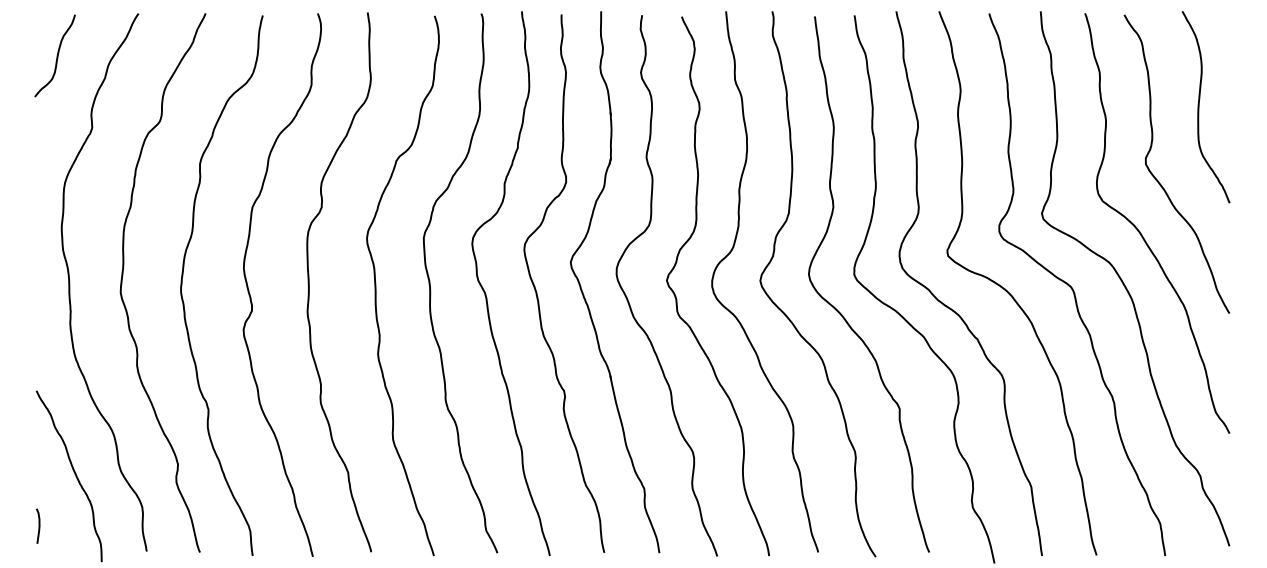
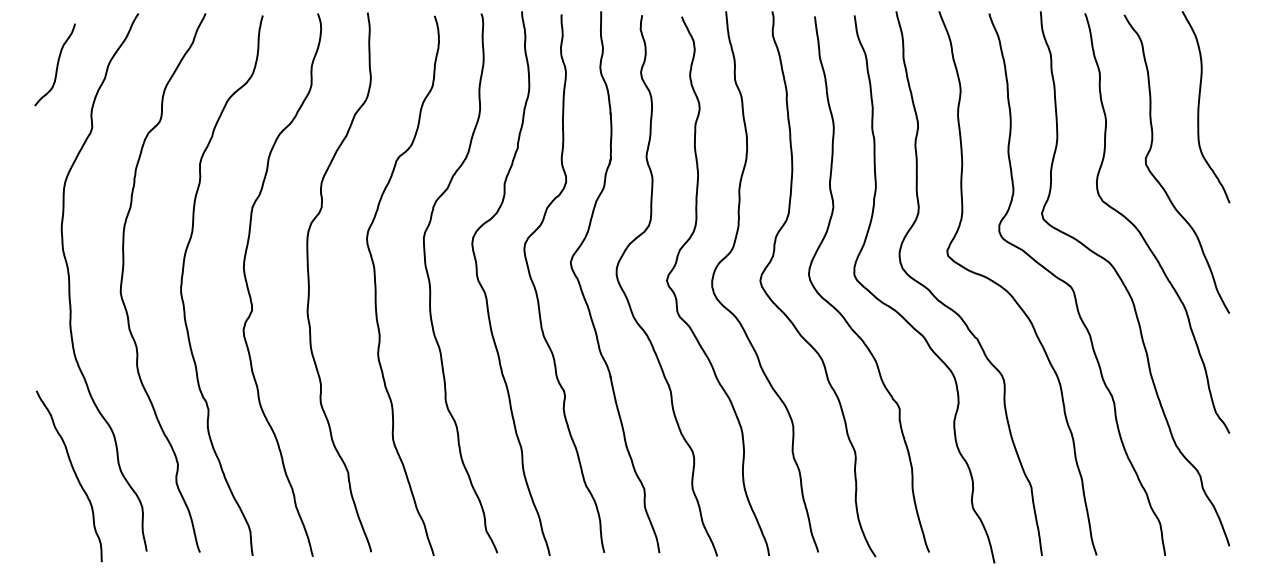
curve at (56, 55) position: (56, 55) -> (56, 64)
curve at (38, 525): present -> none
